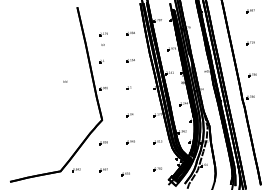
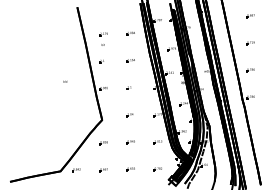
part at (250, 11) position: (250, 11) -> (250, 16)
part at (252, 75) position: (252, 75) -> (250, 70)
part at (125, 174) position: (125, 174) -> (130, 169)
